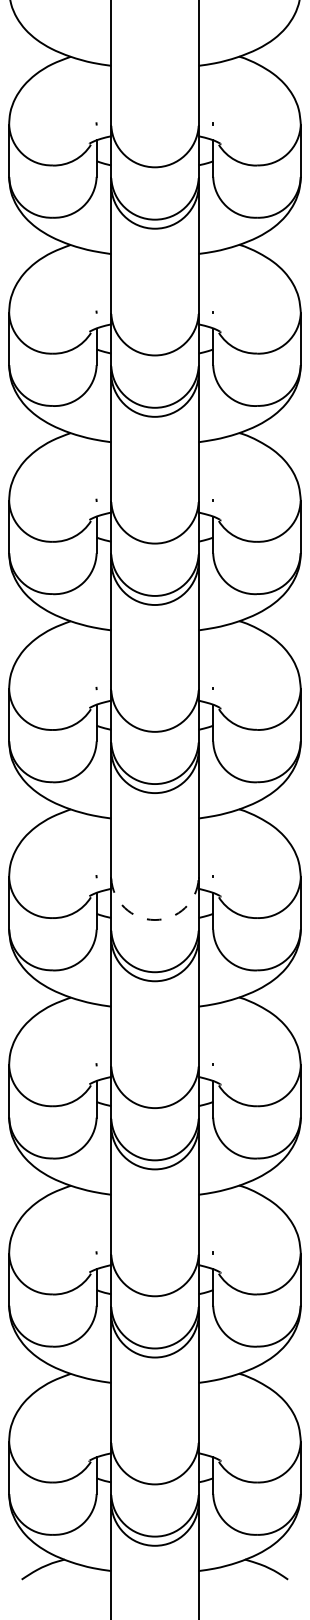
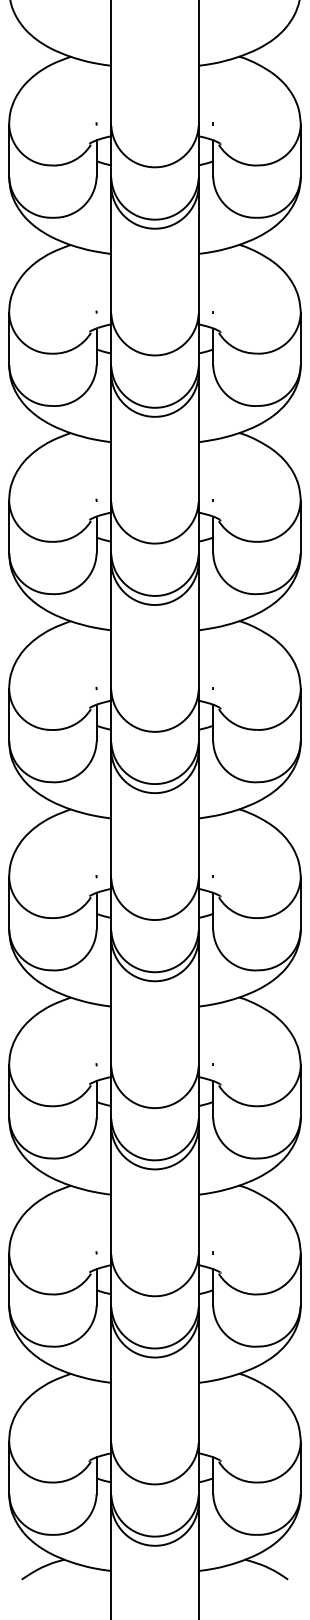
arc at (155, 920): dashed -> solid
